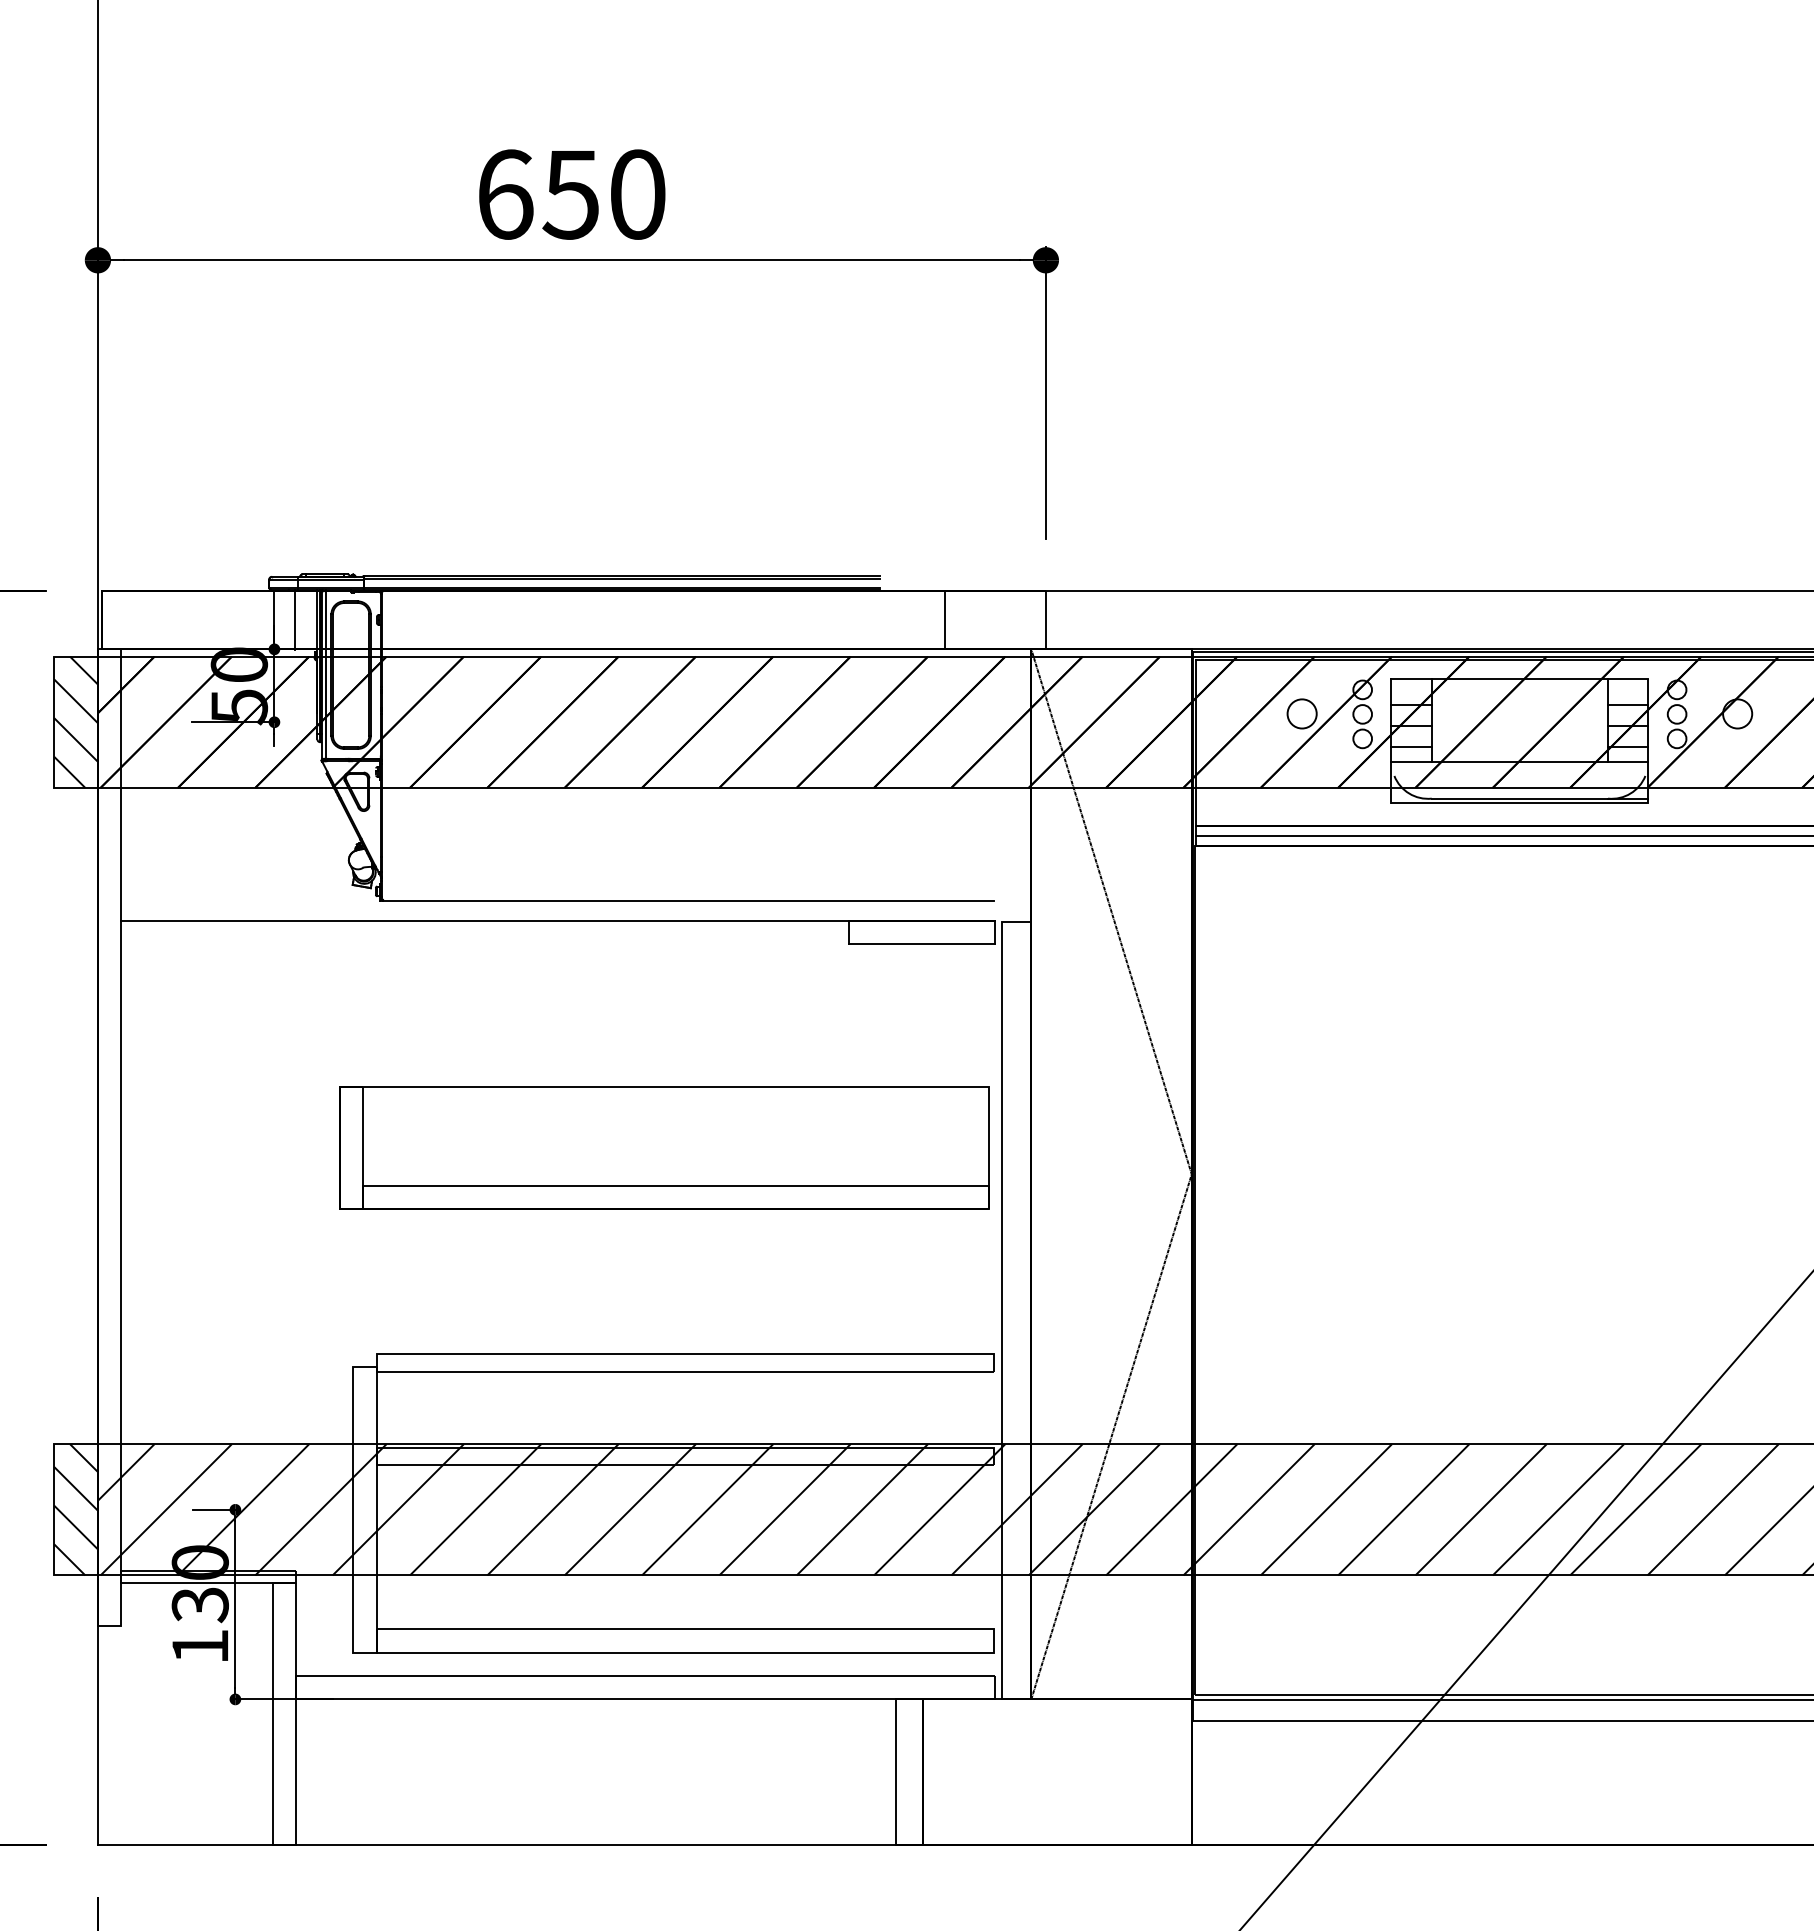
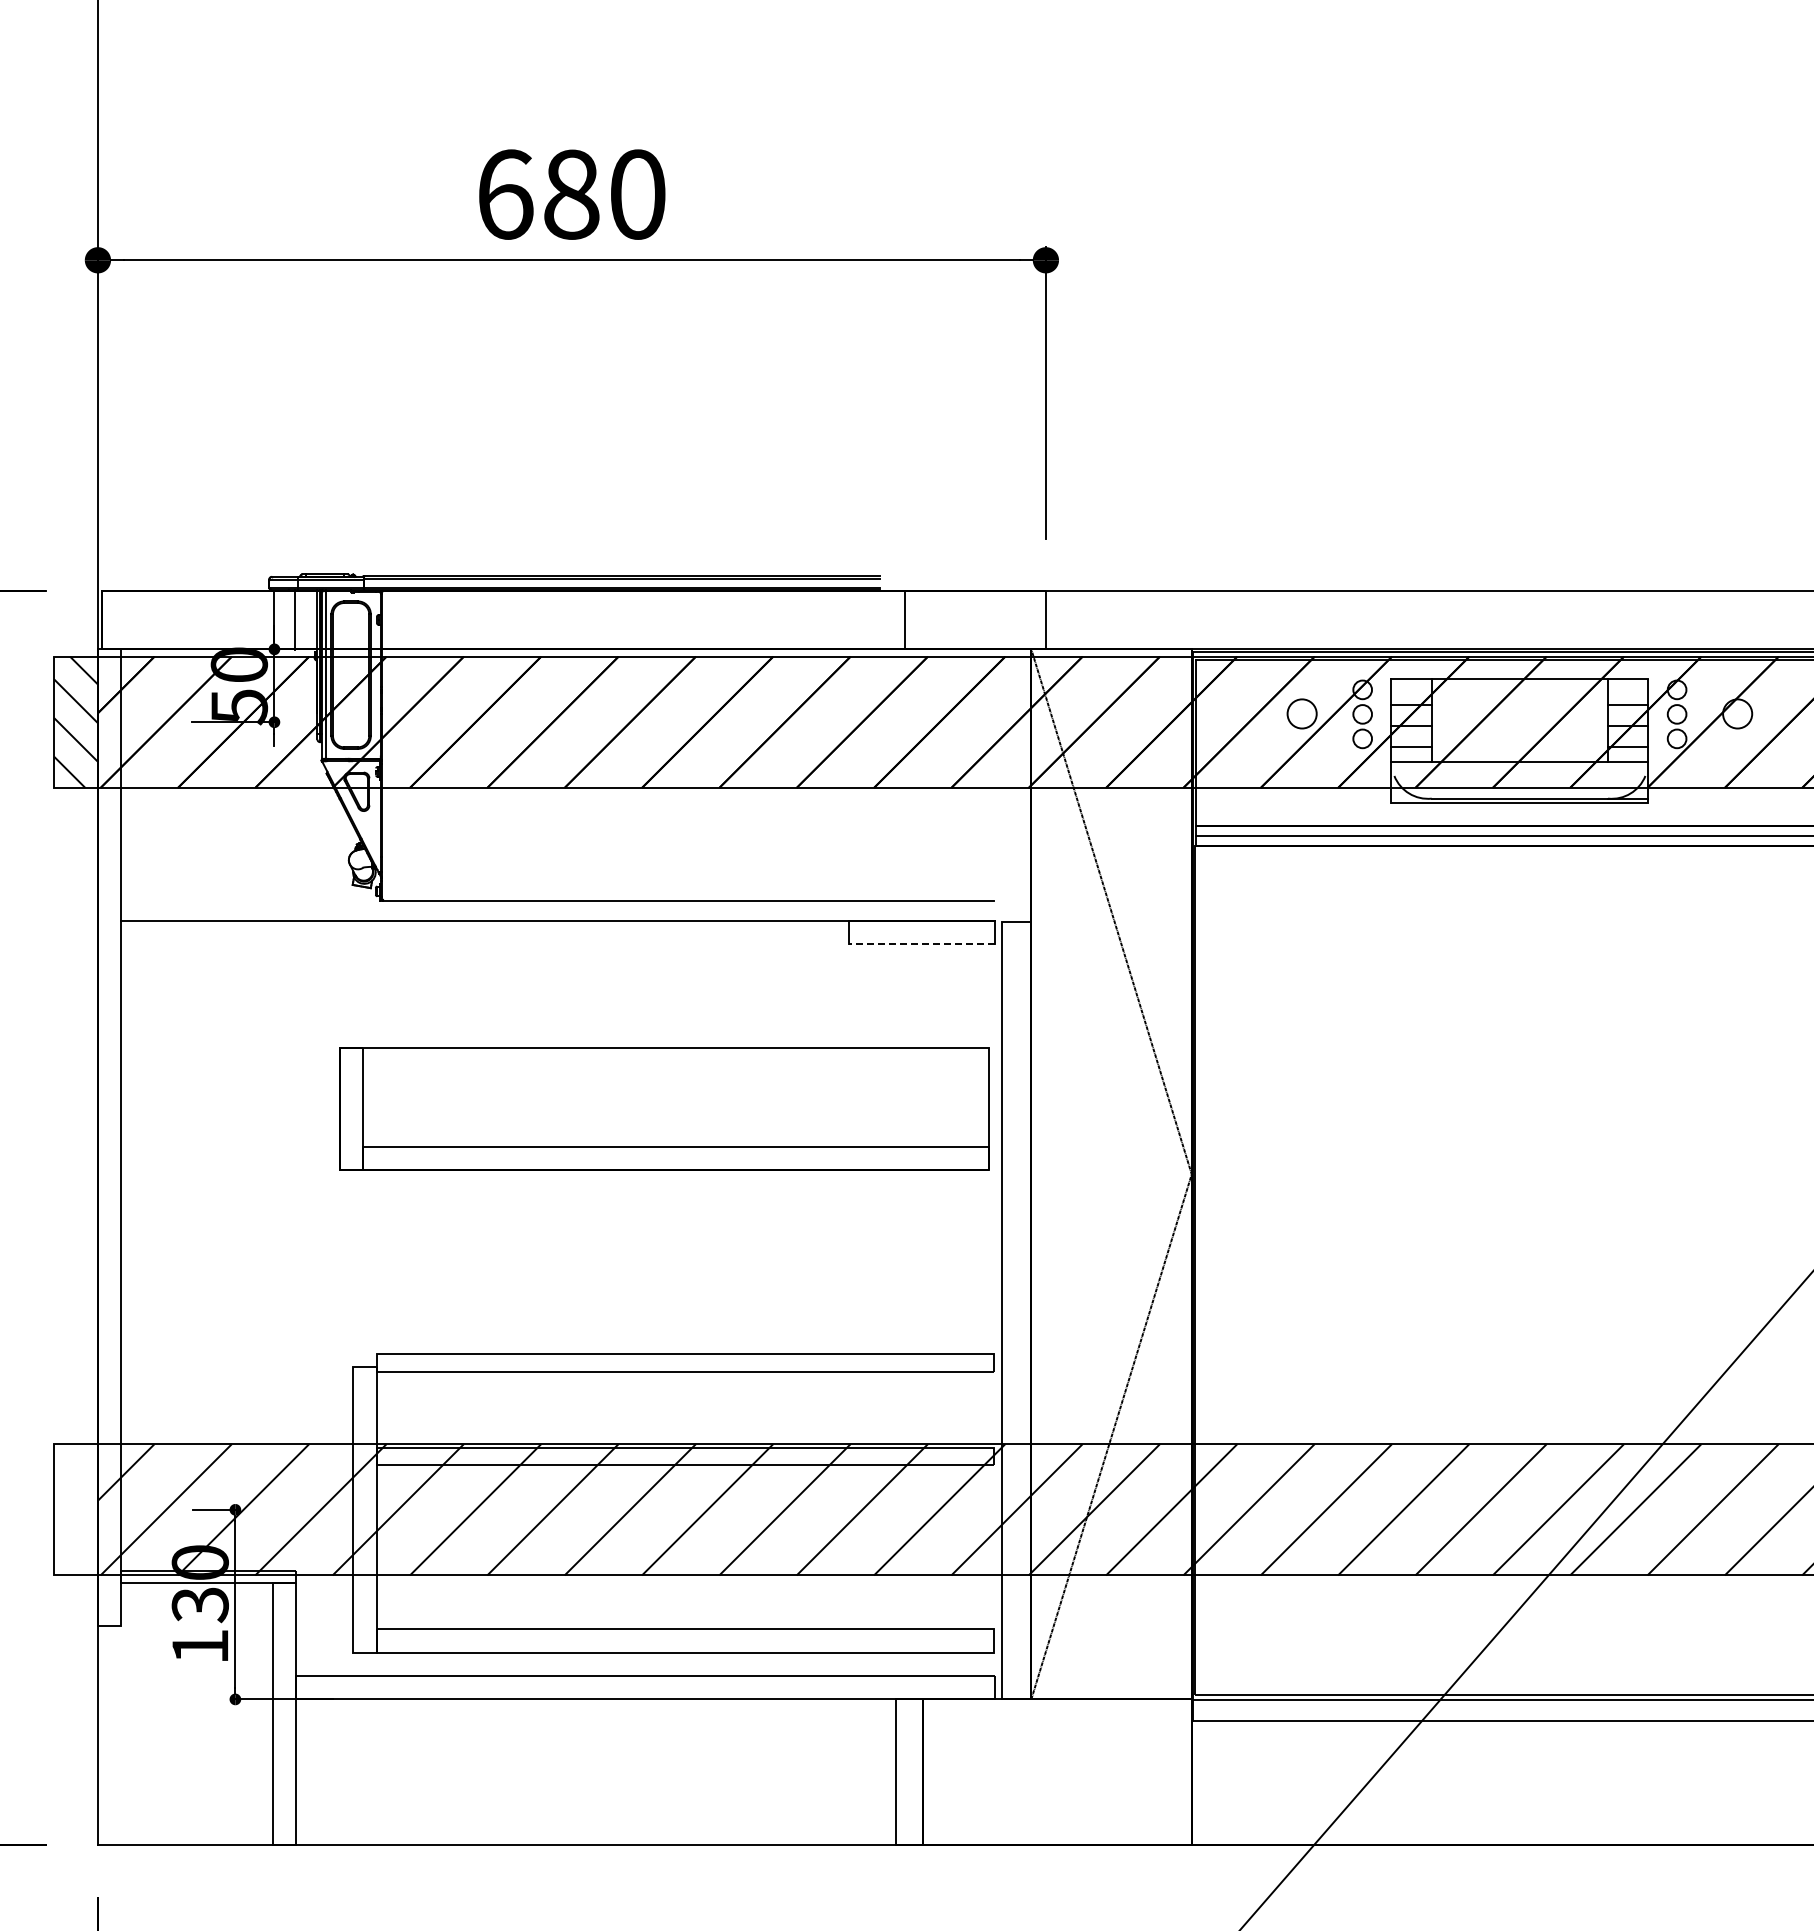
text at (570, 194): 650 -> 680
line at (945, 620) position: (945, 620) -> (905, 620)
line at (921, 943): solid -> dashed
part at (664, 1147) position: (664, 1147) -> (664, 1108)
hatch at (75, 1509): present -> none
